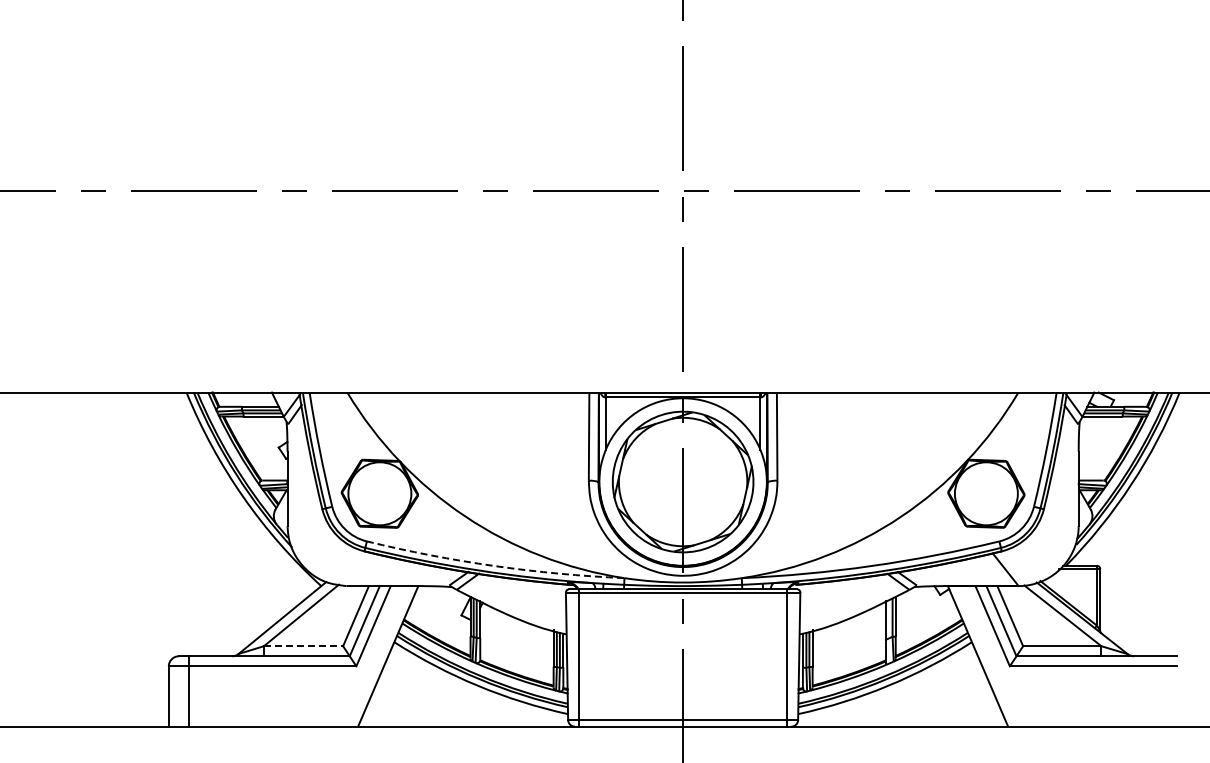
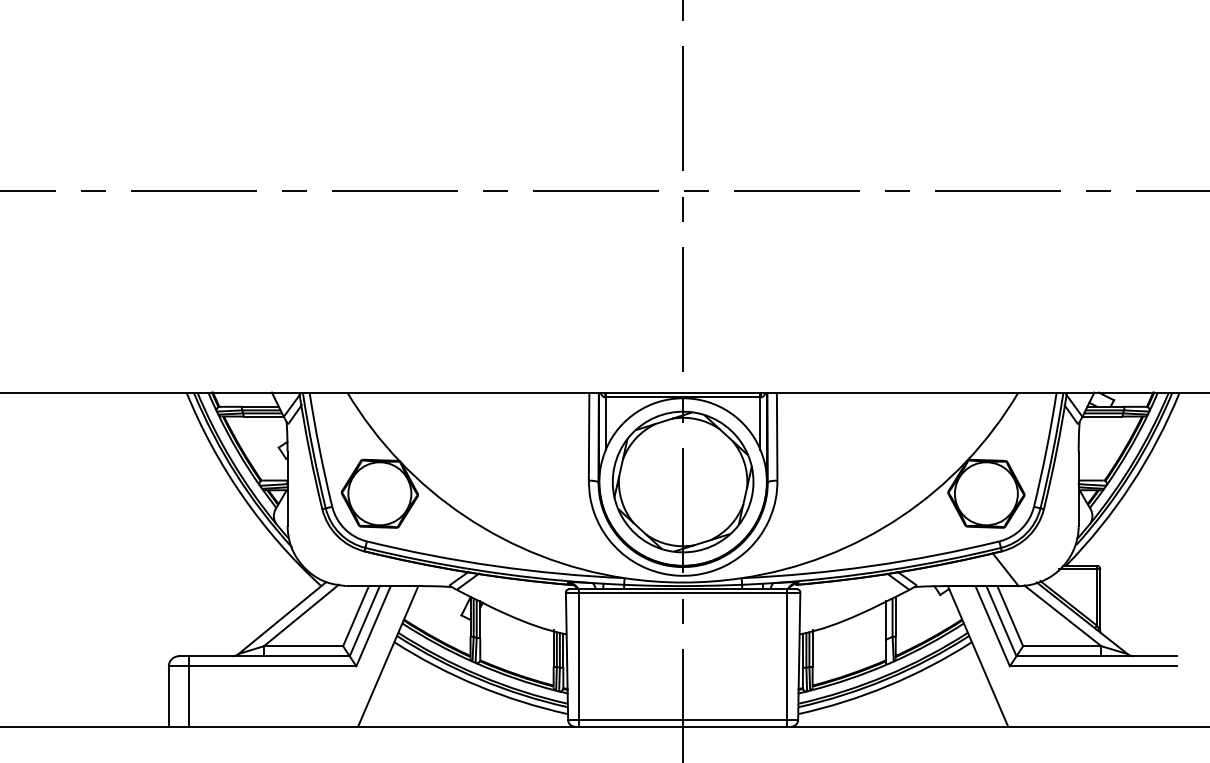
arc at (494, 566): dashed -> solid
line at (303, 646): dashed -> solid
